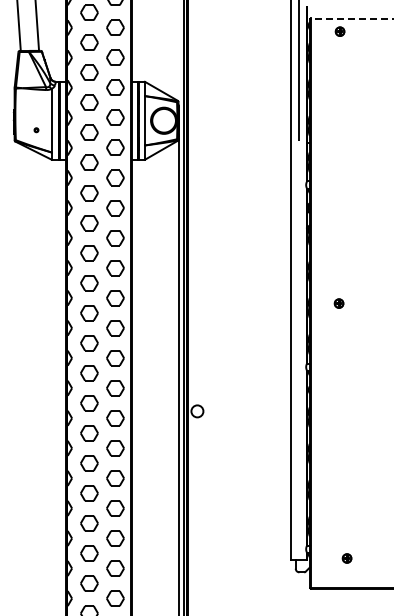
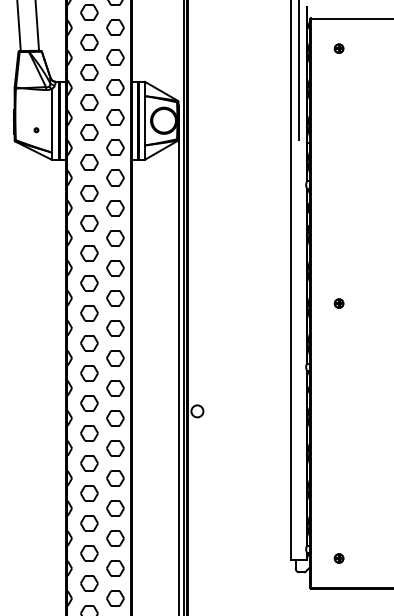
line at (351, 19): dashed -> solid
part at (339, 31) position: (339, 31) -> (338, 48)
part at (346, 558) position: (346, 558) -> (338, 558)
